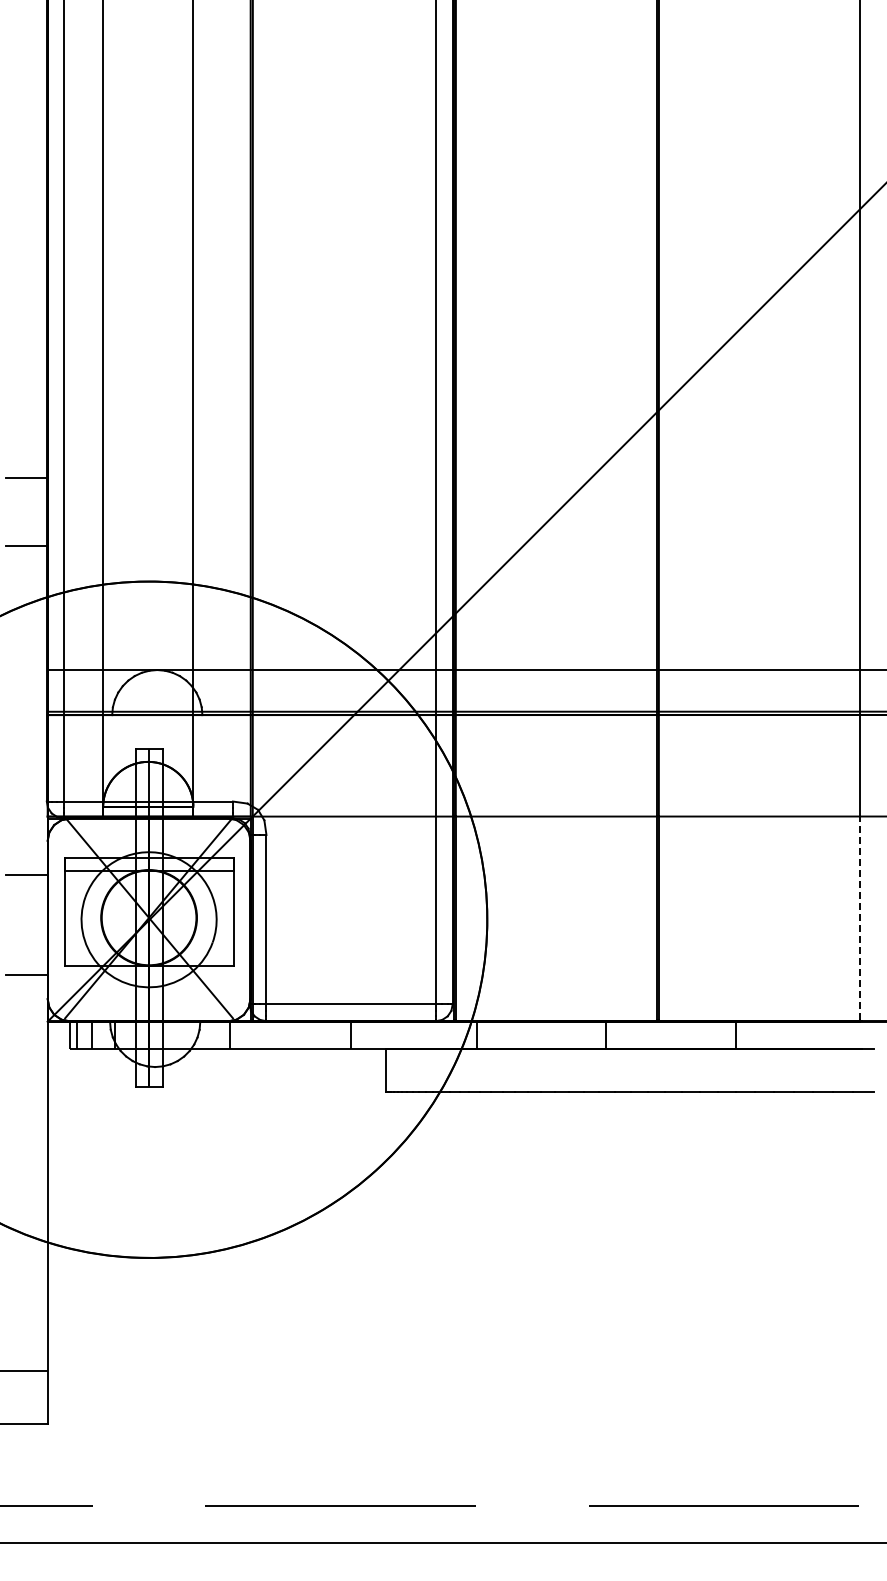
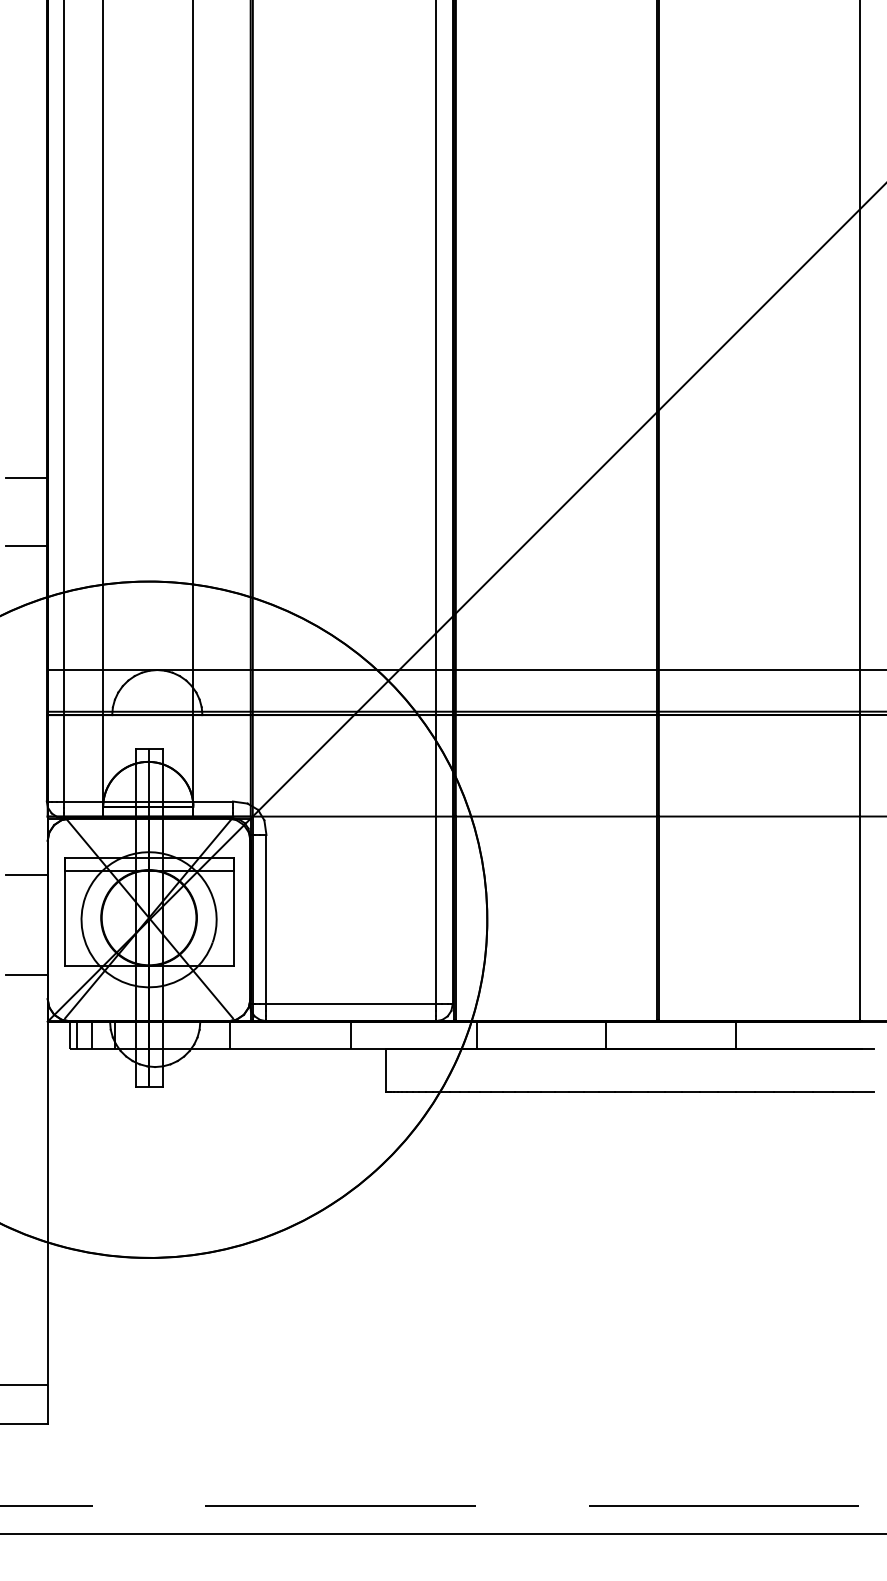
line at (859, 918): dashed -> solid
line at (24, 1370) position: (24, 1370) -> (24, 1384)
line at (442, 1542) position: (442, 1542) -> (442, 1533)
